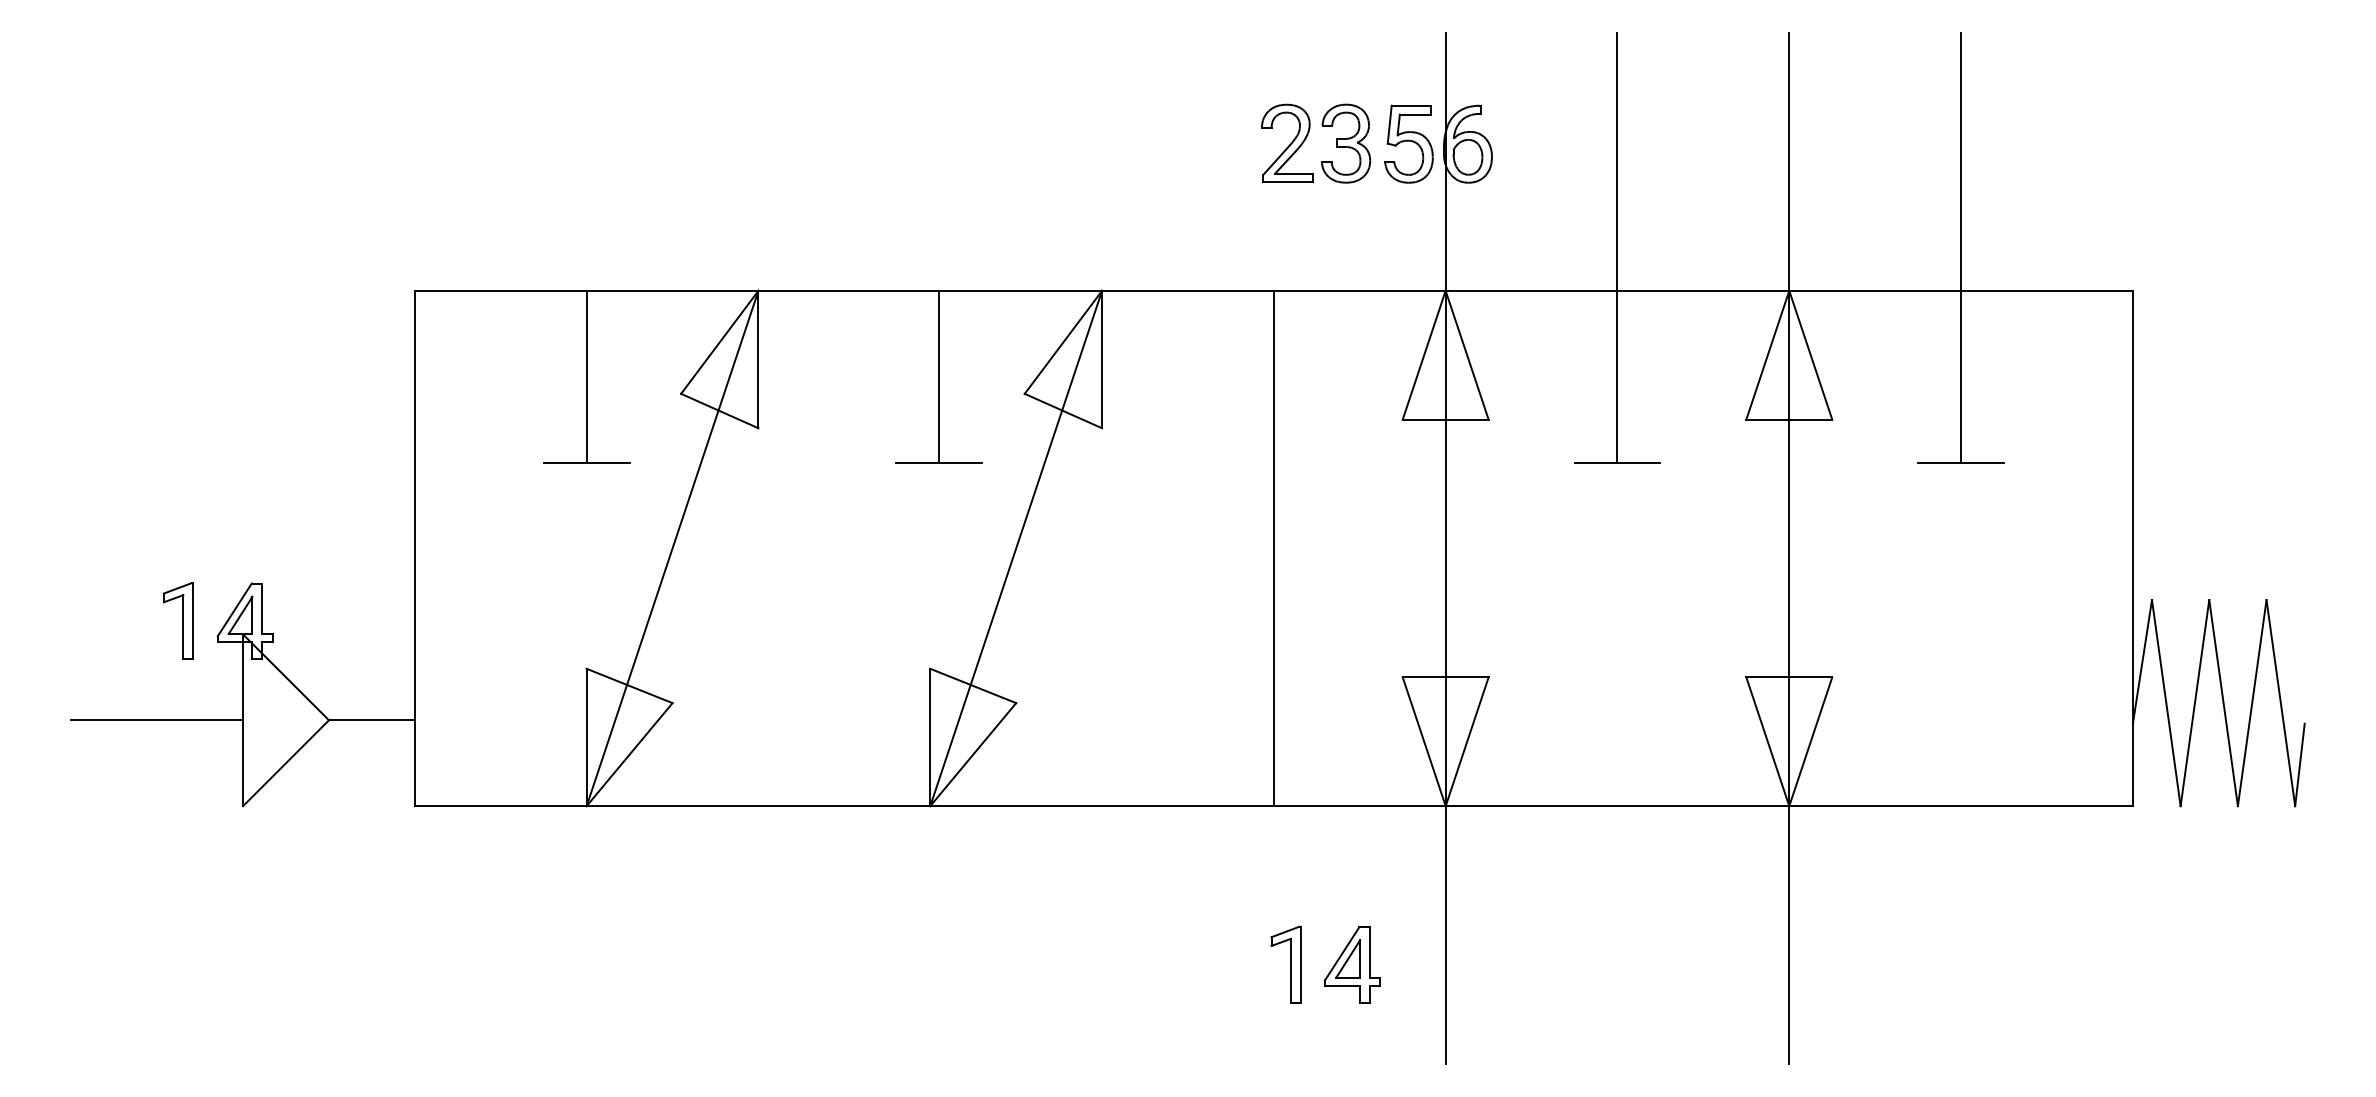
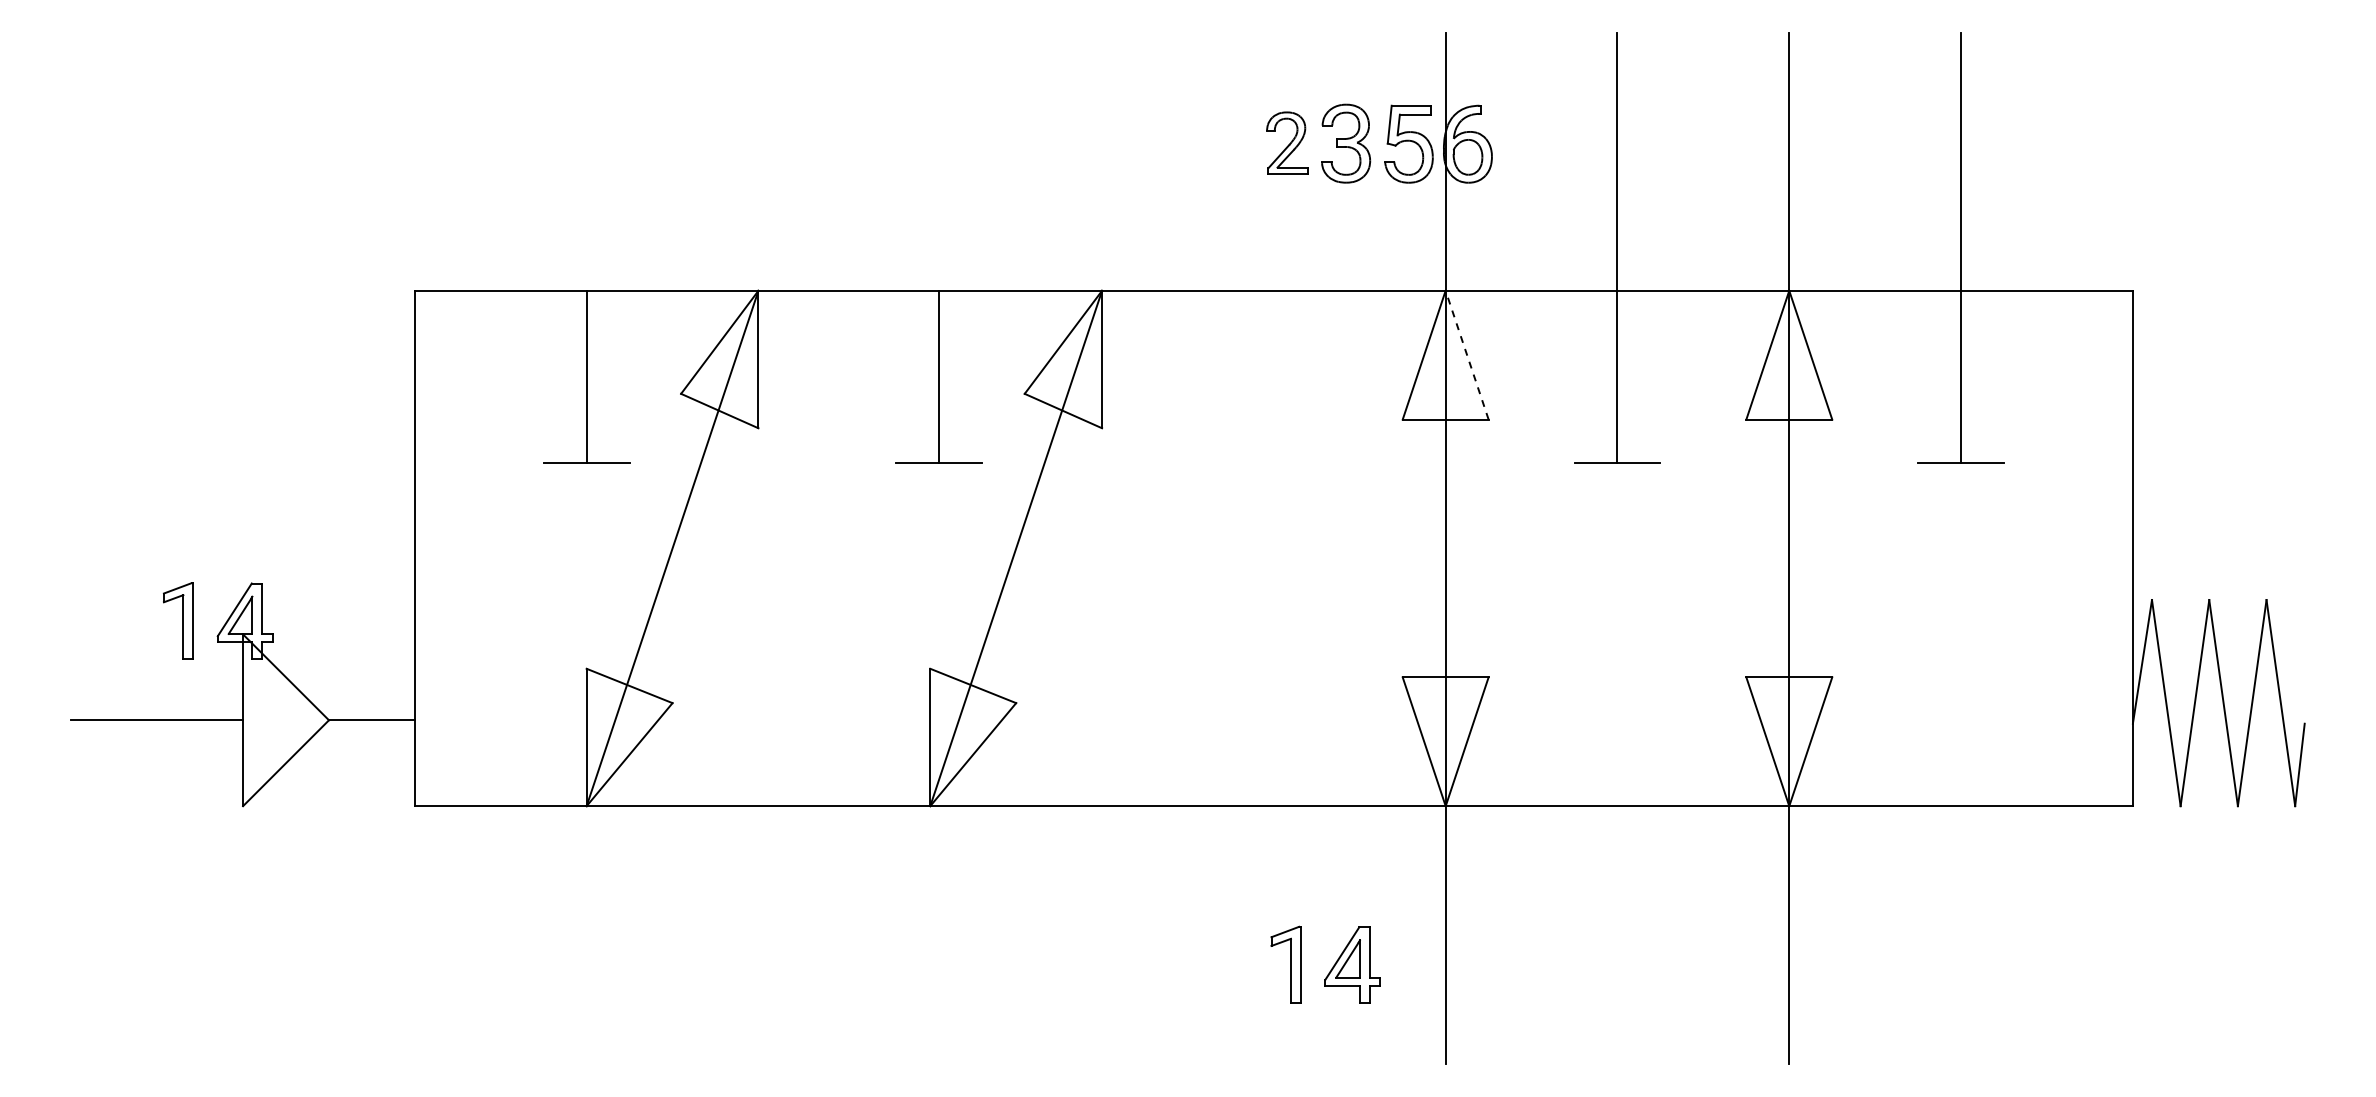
part at (1287, 142) size: 53x80 px -> 43x64 px
line at (1467, 355): solid -> dashed
line at (1273, 548): present -> none
